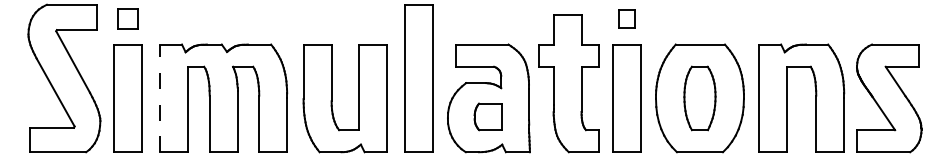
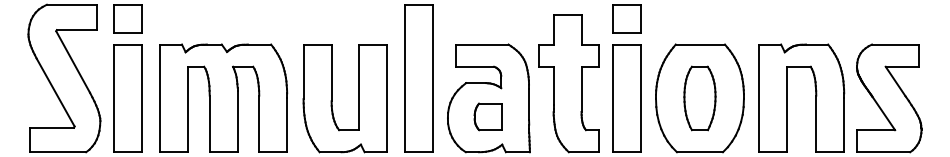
part at (127, 18) size: 22x22 px -> 30x30 px
part at (626, 18) size: 18x20 px -> 30x30 px
line at (160, 98): dashed -> solid
